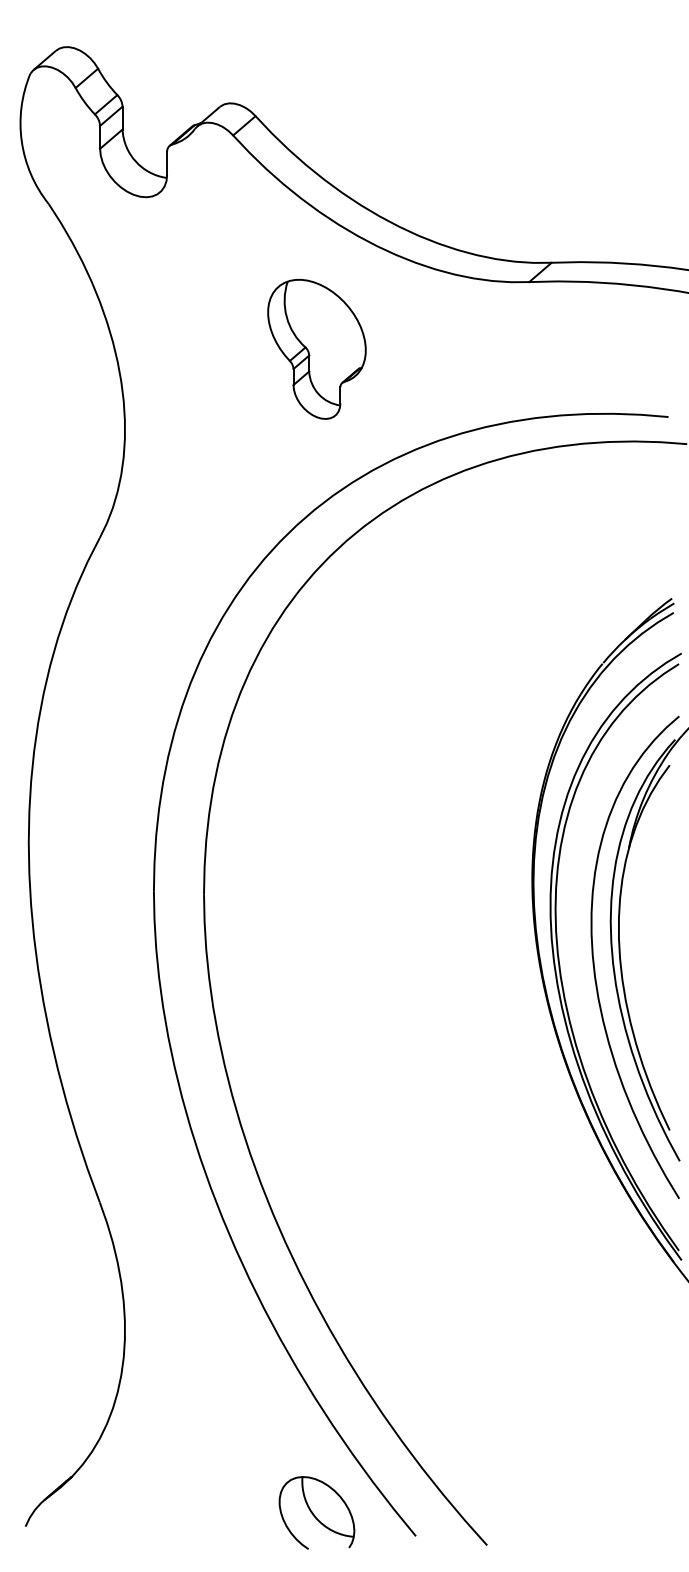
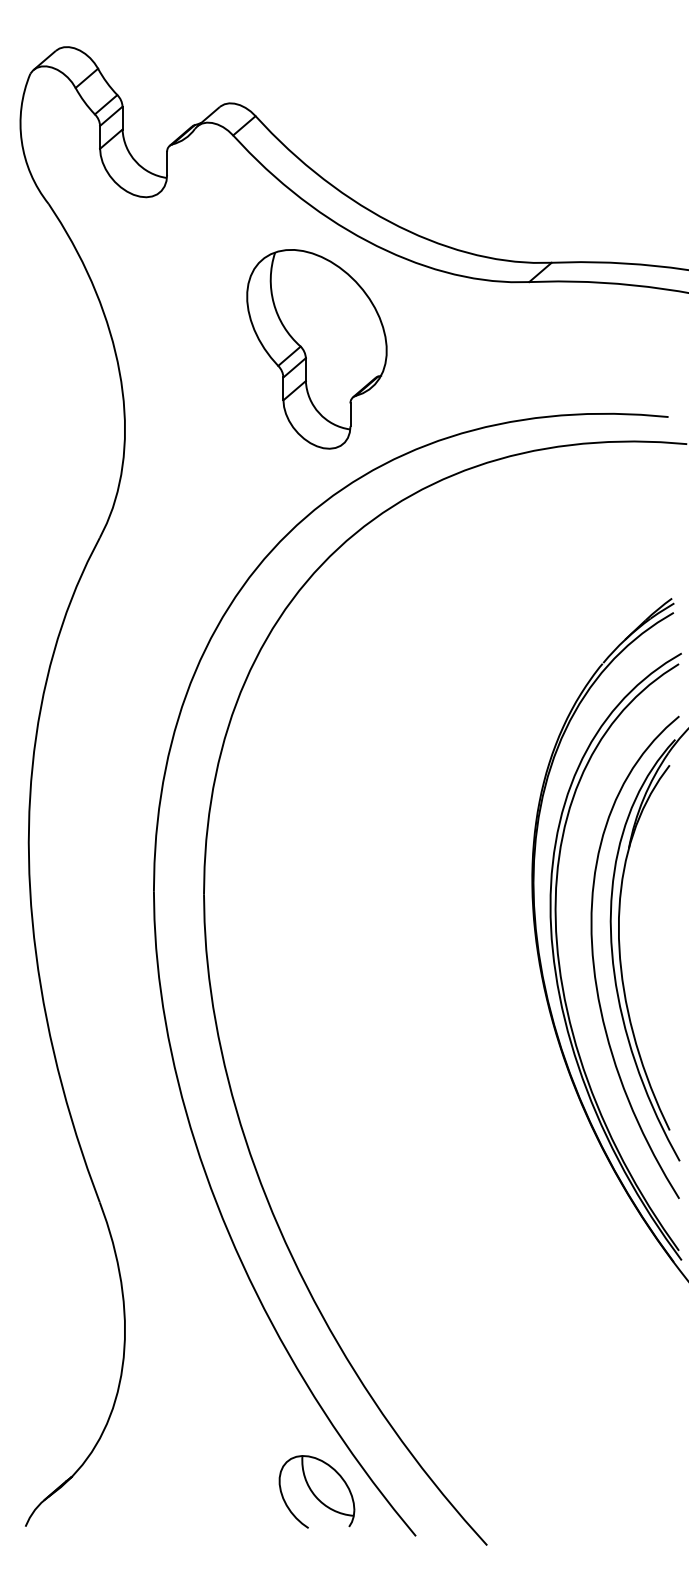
part at (316, 348) size: 100x142 px -> 142x201 px
part at (316, 1512) position: (316, 1512) -> (316, 1491)
